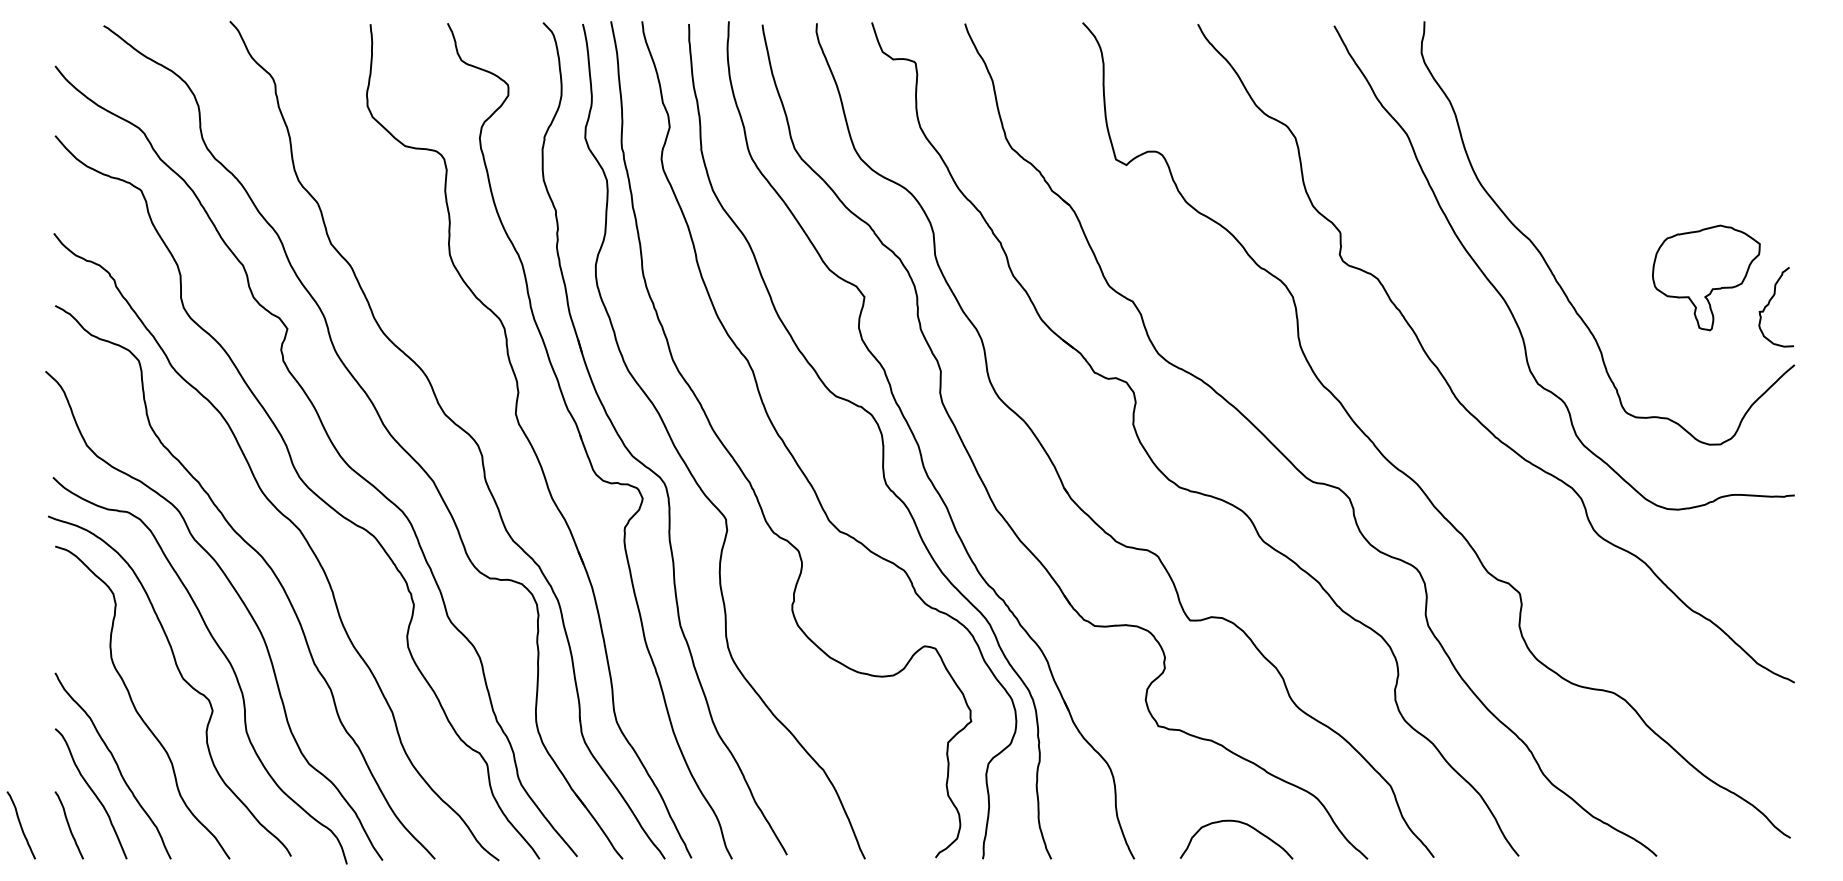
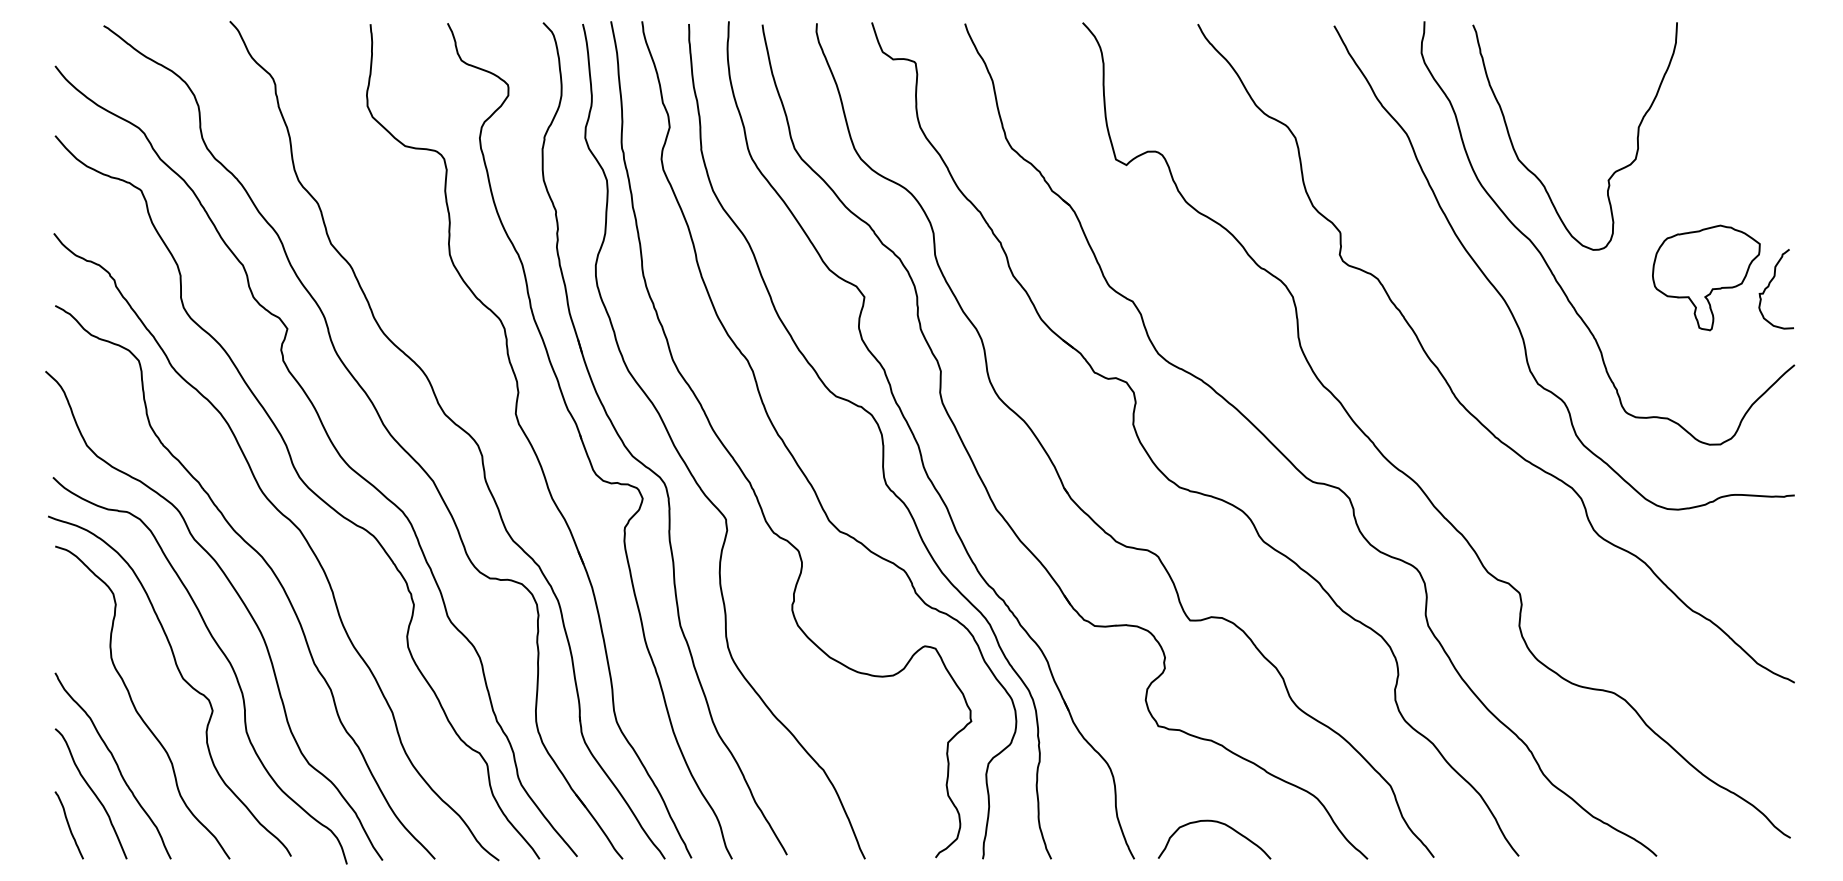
curve at (1612, 173): none -> present
curve at (1769, 304) position: (1769, 304) -> (1769, 286)
curve at (1240, 823) position: (1240, 823) -> (1218, 823)
curve at (20, 825): present -> none
